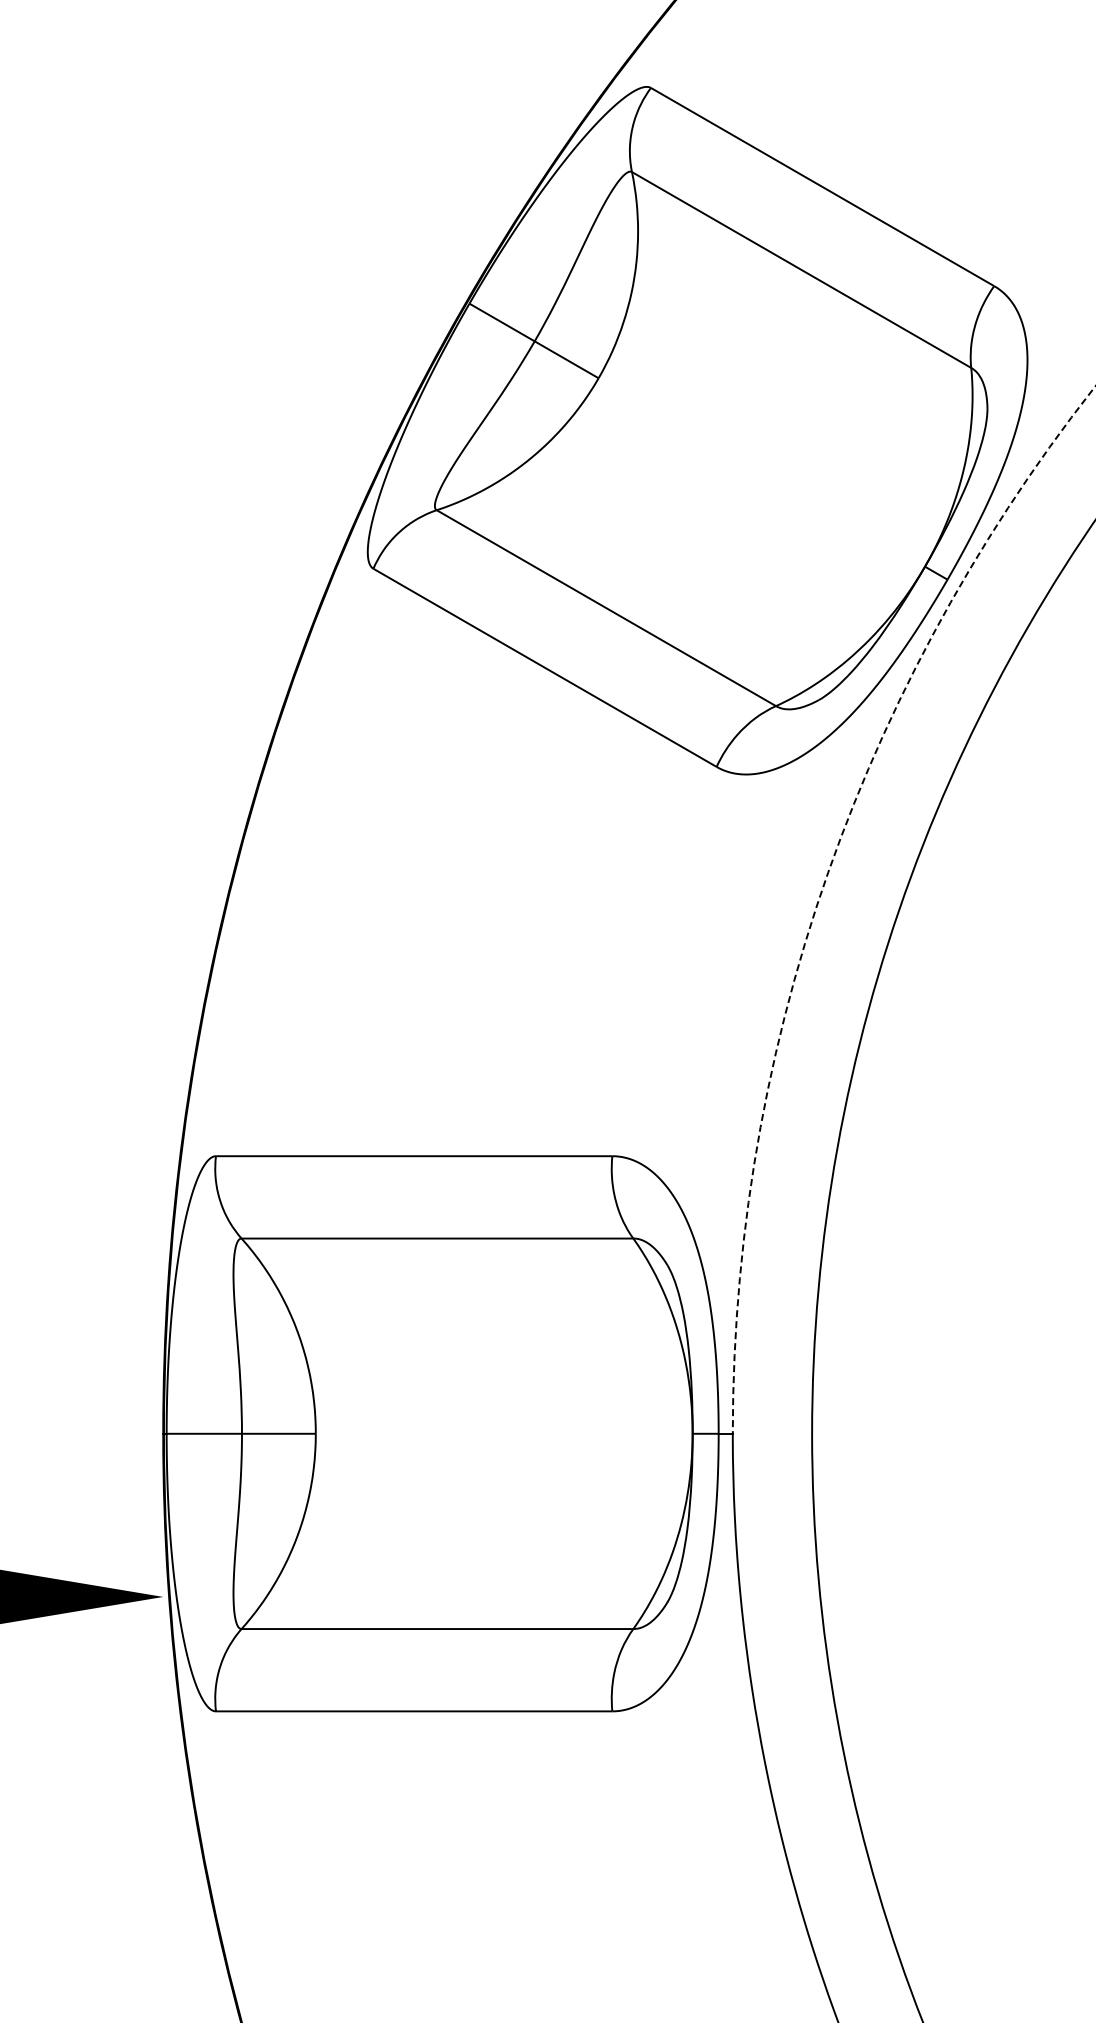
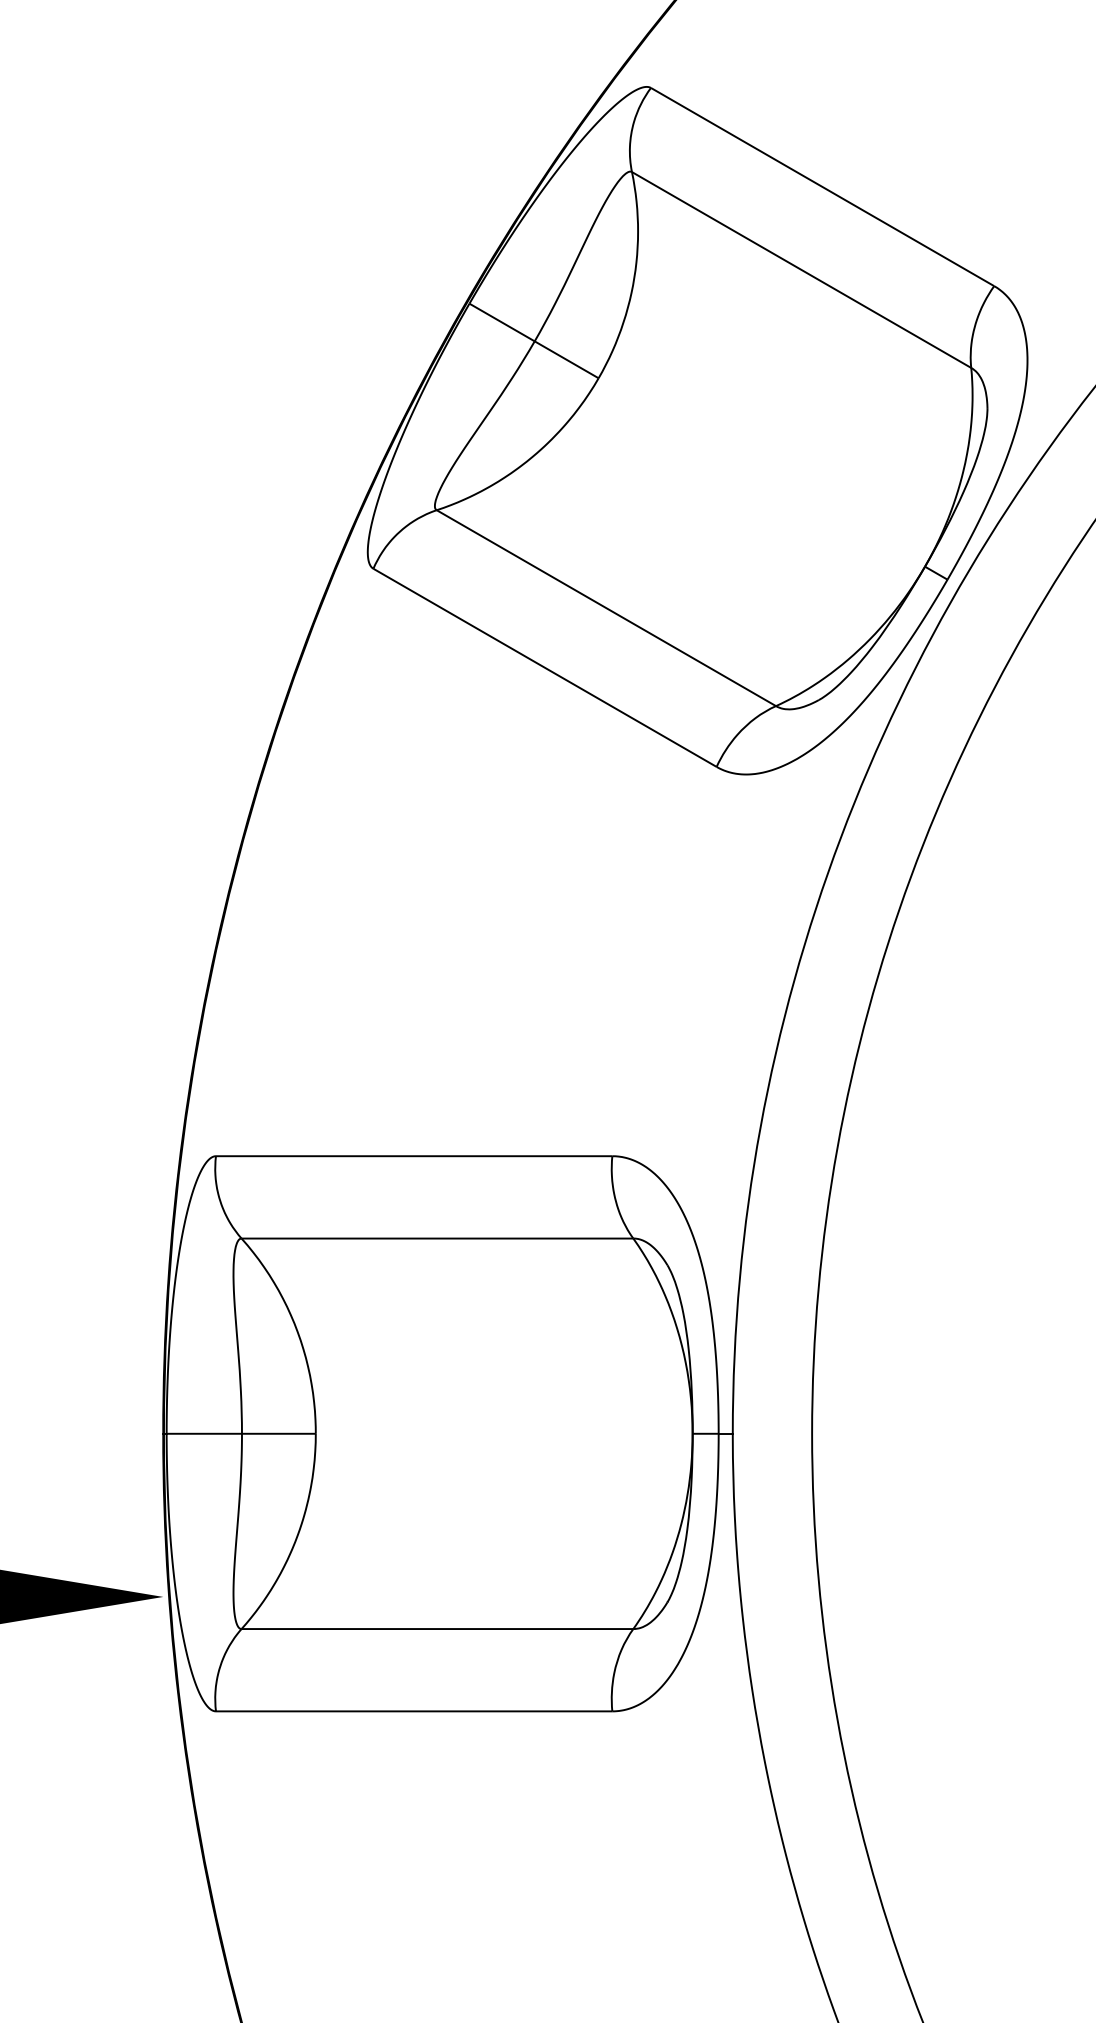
arc at (825, 879): dashed -> solid
